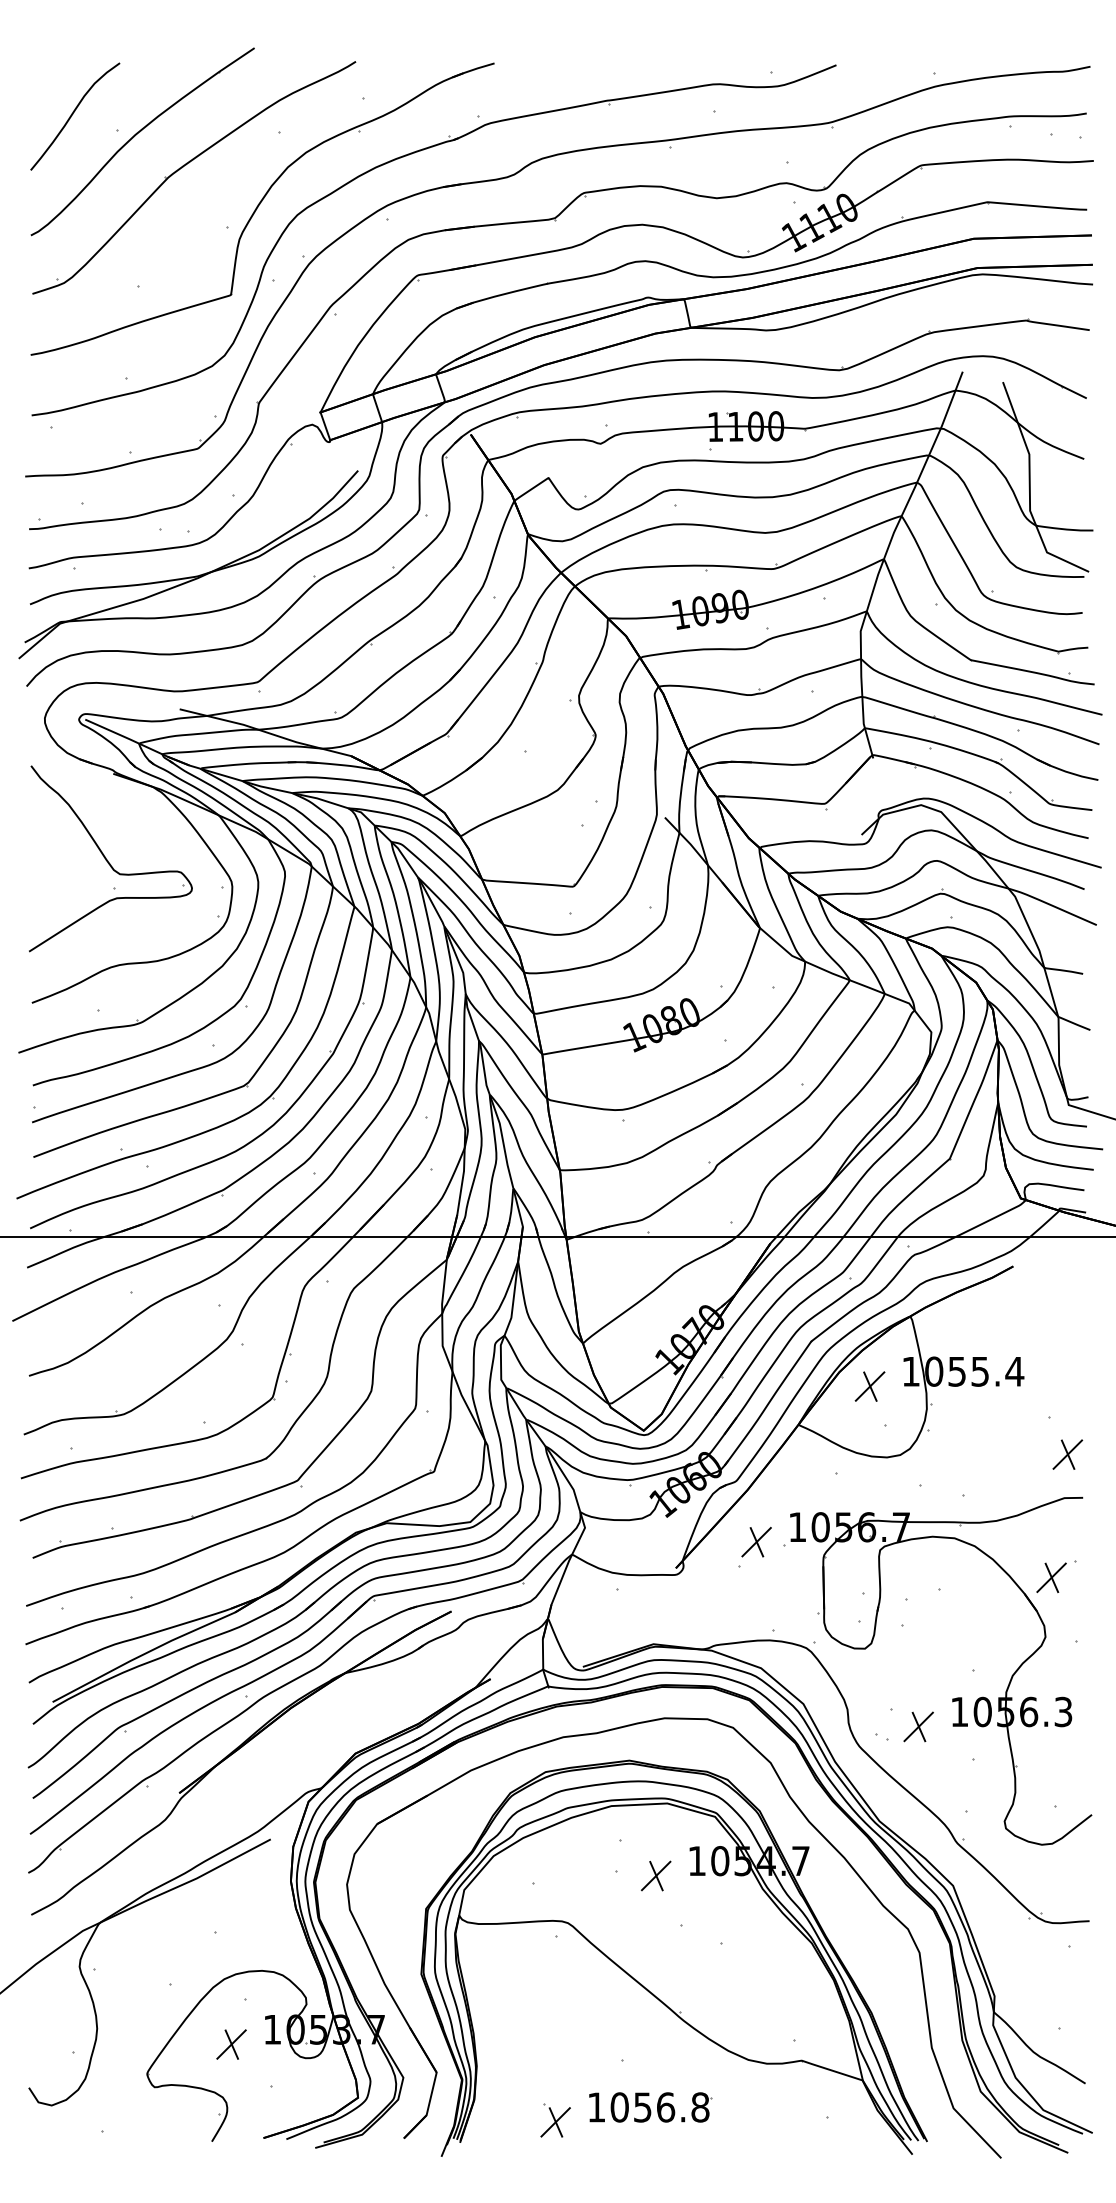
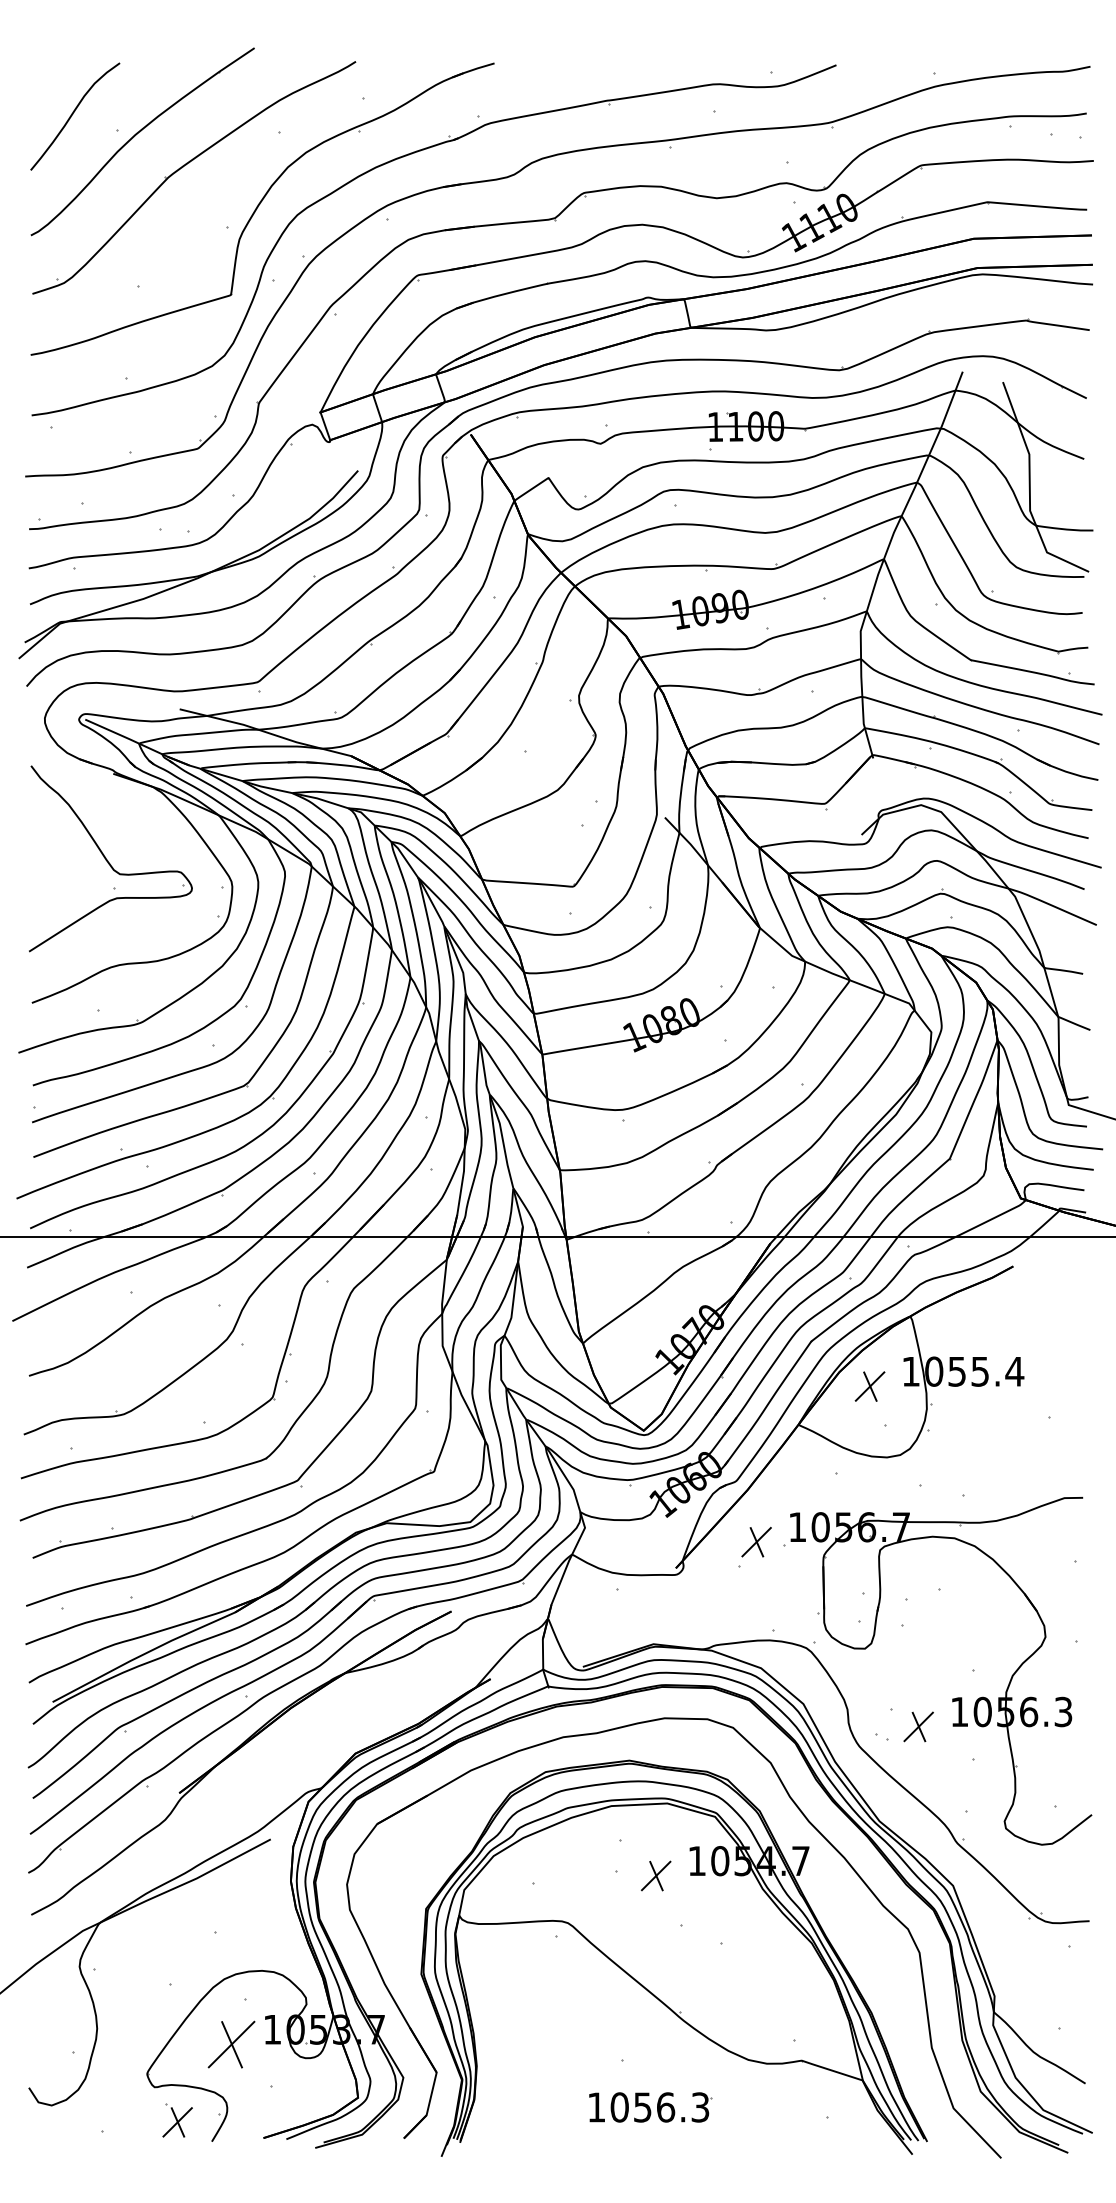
part at (1067, 1454): present -> none
part at (1051, 1577): present -> none
part at (231, 2044) size: 31x31 px -> 49x49 px
text at (700, 2107): 1056.8 -> 1056.3
part at (555, 2120) position: (555, 2120) -> (177, 2120)
